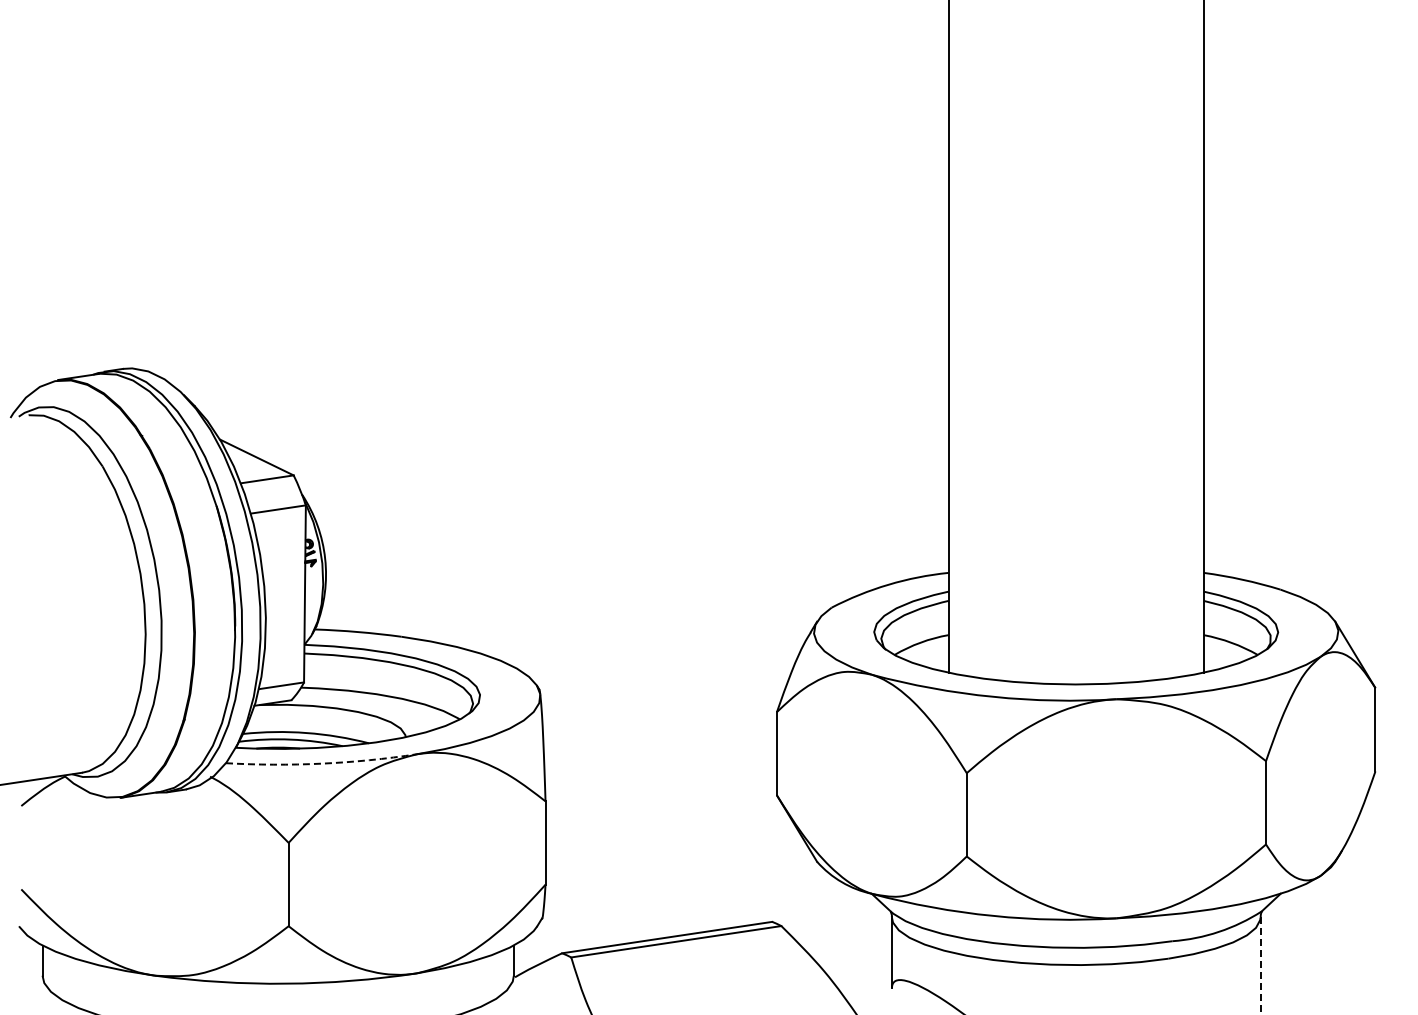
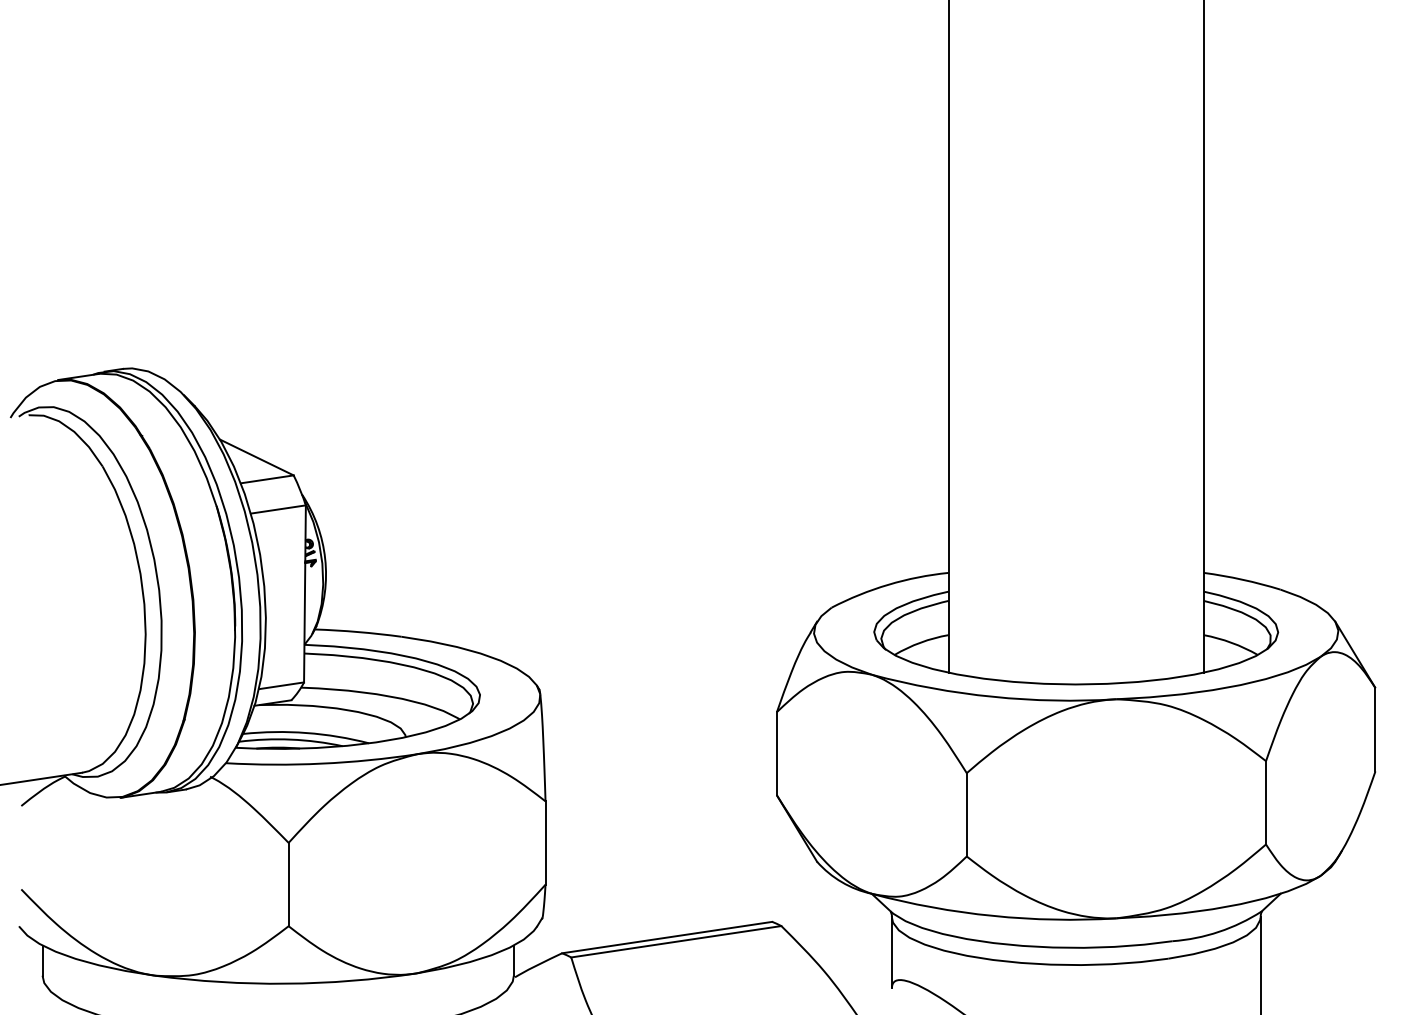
arc at (321, 763): dashed -> solid
line at (1260, 966): dashed -> solid
